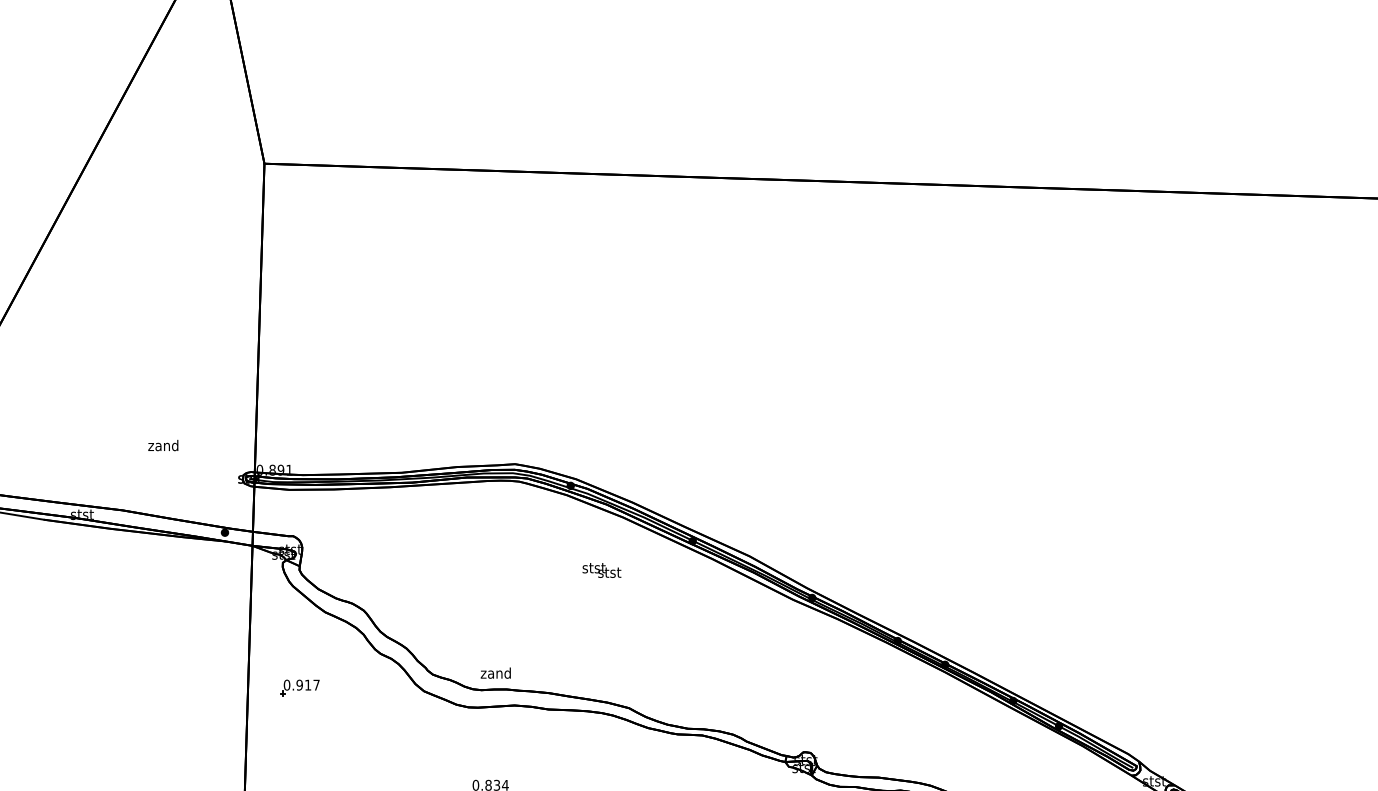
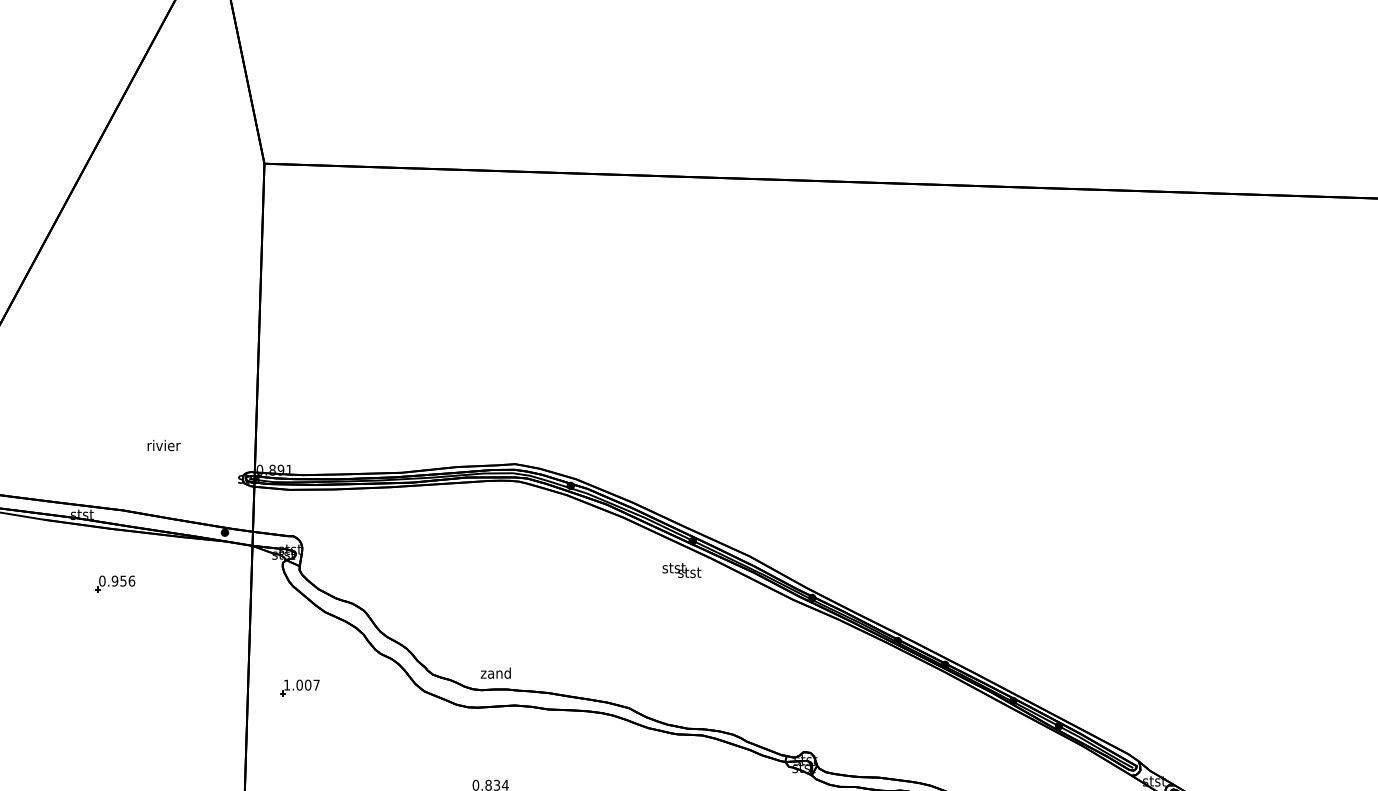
text at (163, 445): zand -> rivier
text at (601, 570) position: (601, 570) -> (681, 570)
part at (115, 583): none -> present
text at (297, 684): 0.917 -> 1.007
